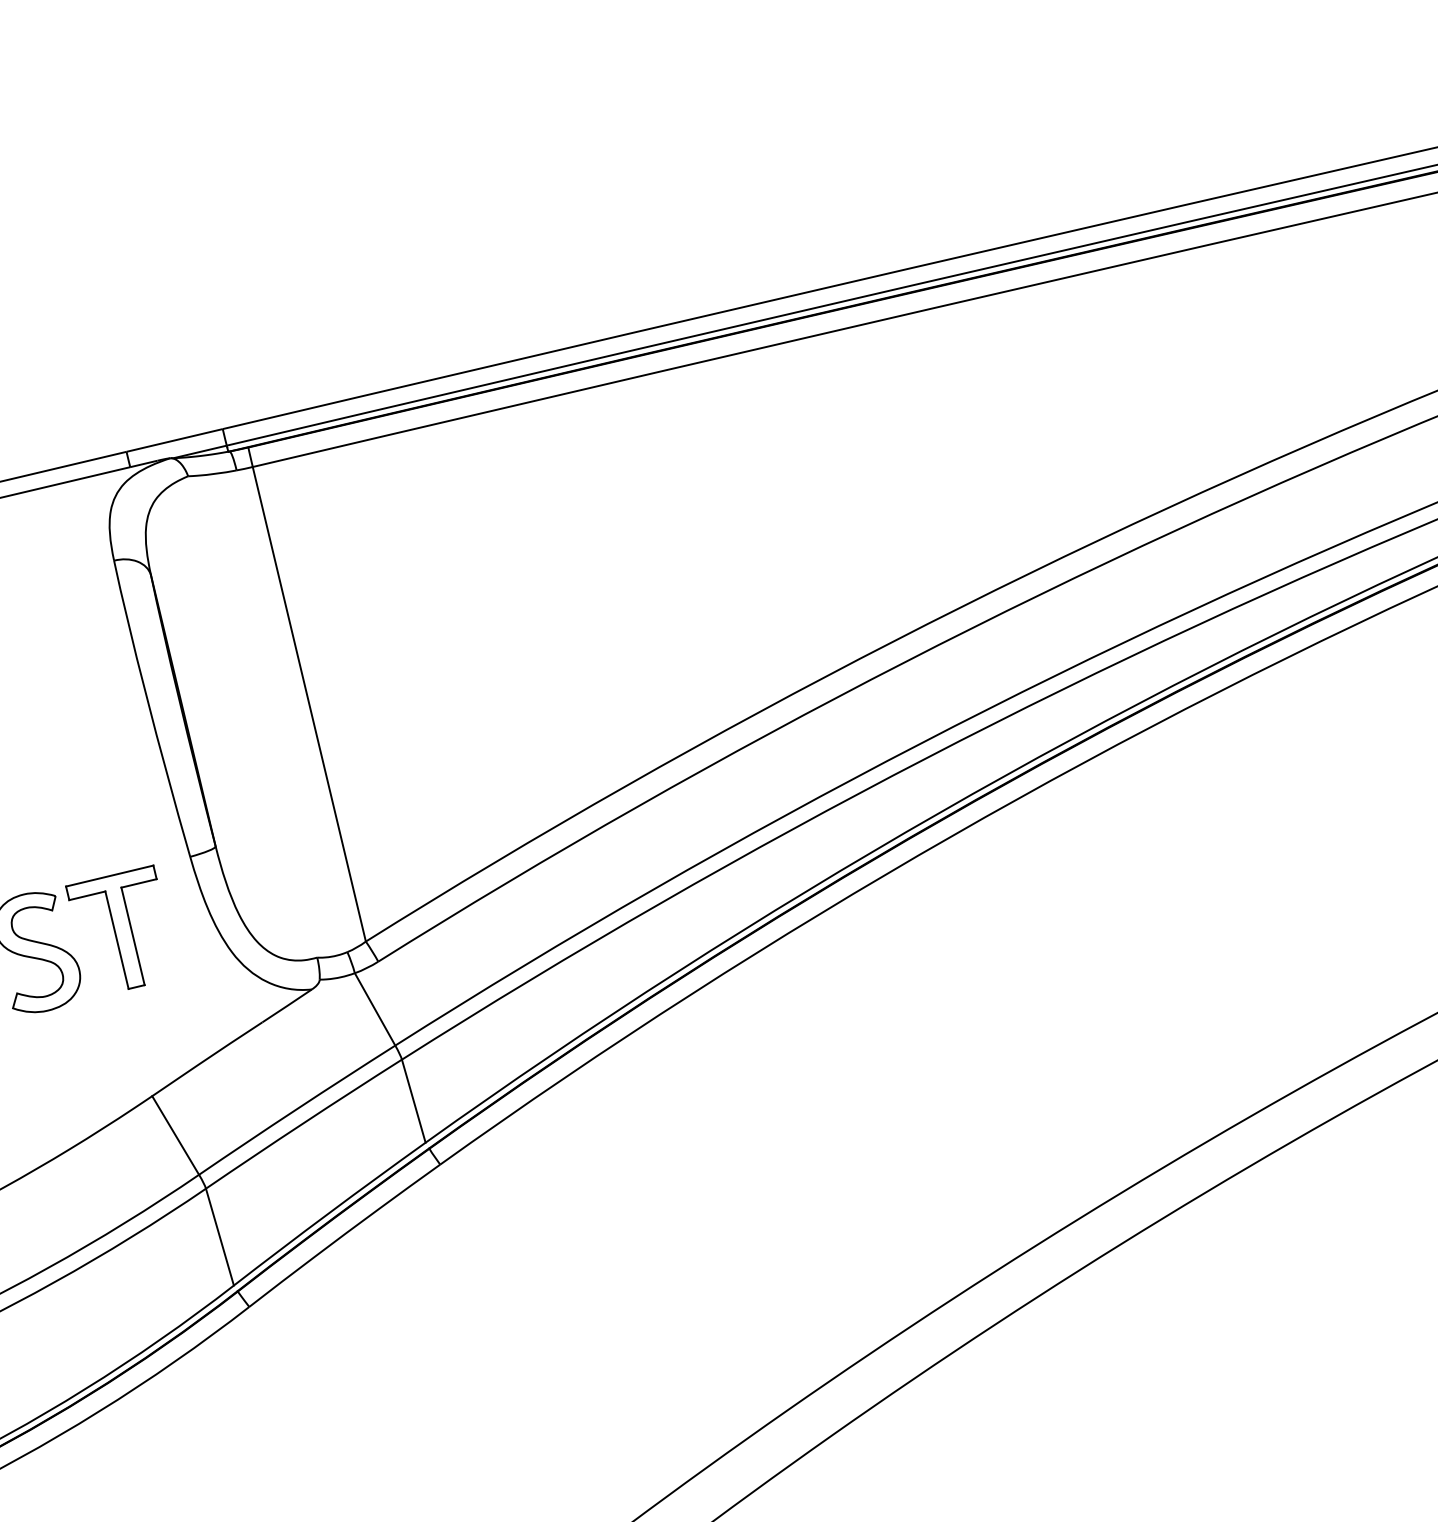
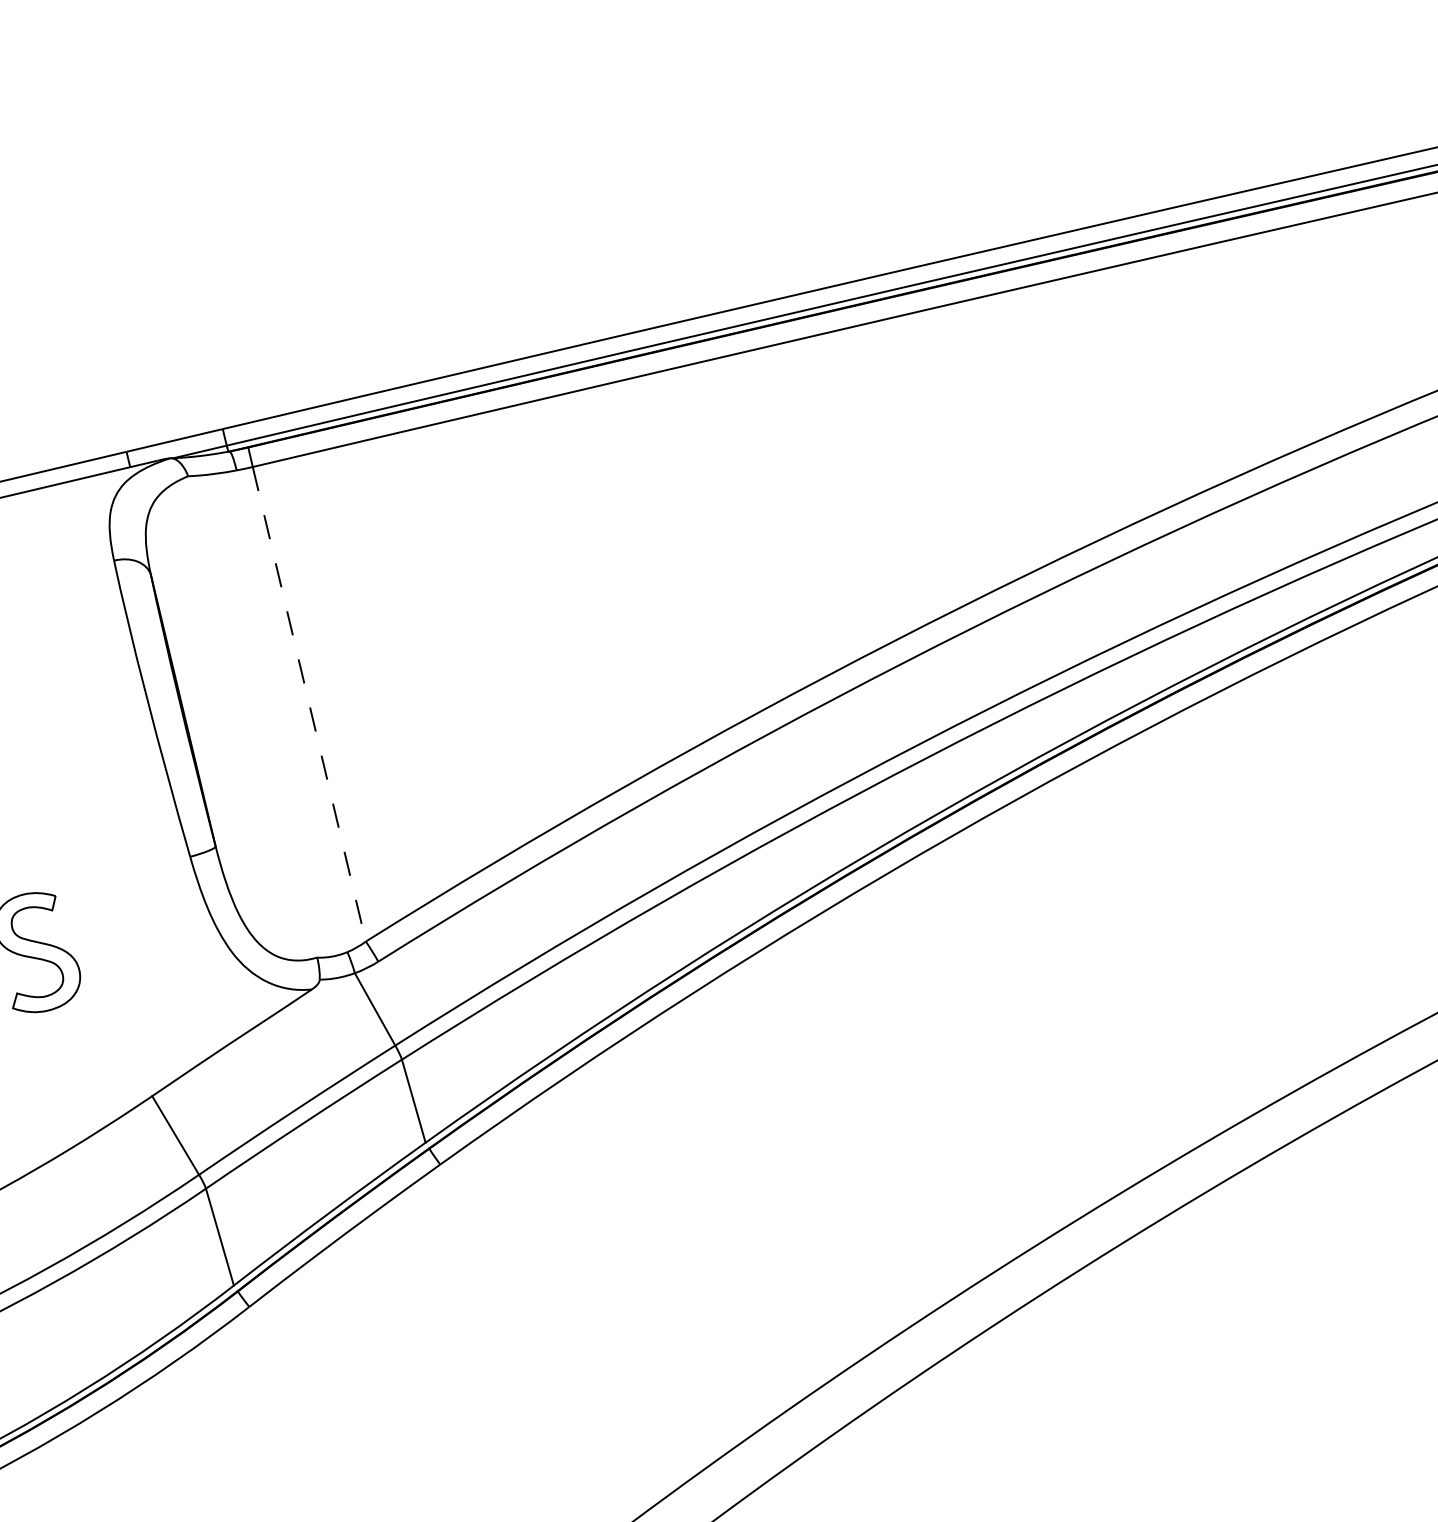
line at (309, 704): solid -> dashed
part at (111, 926): present -> none
